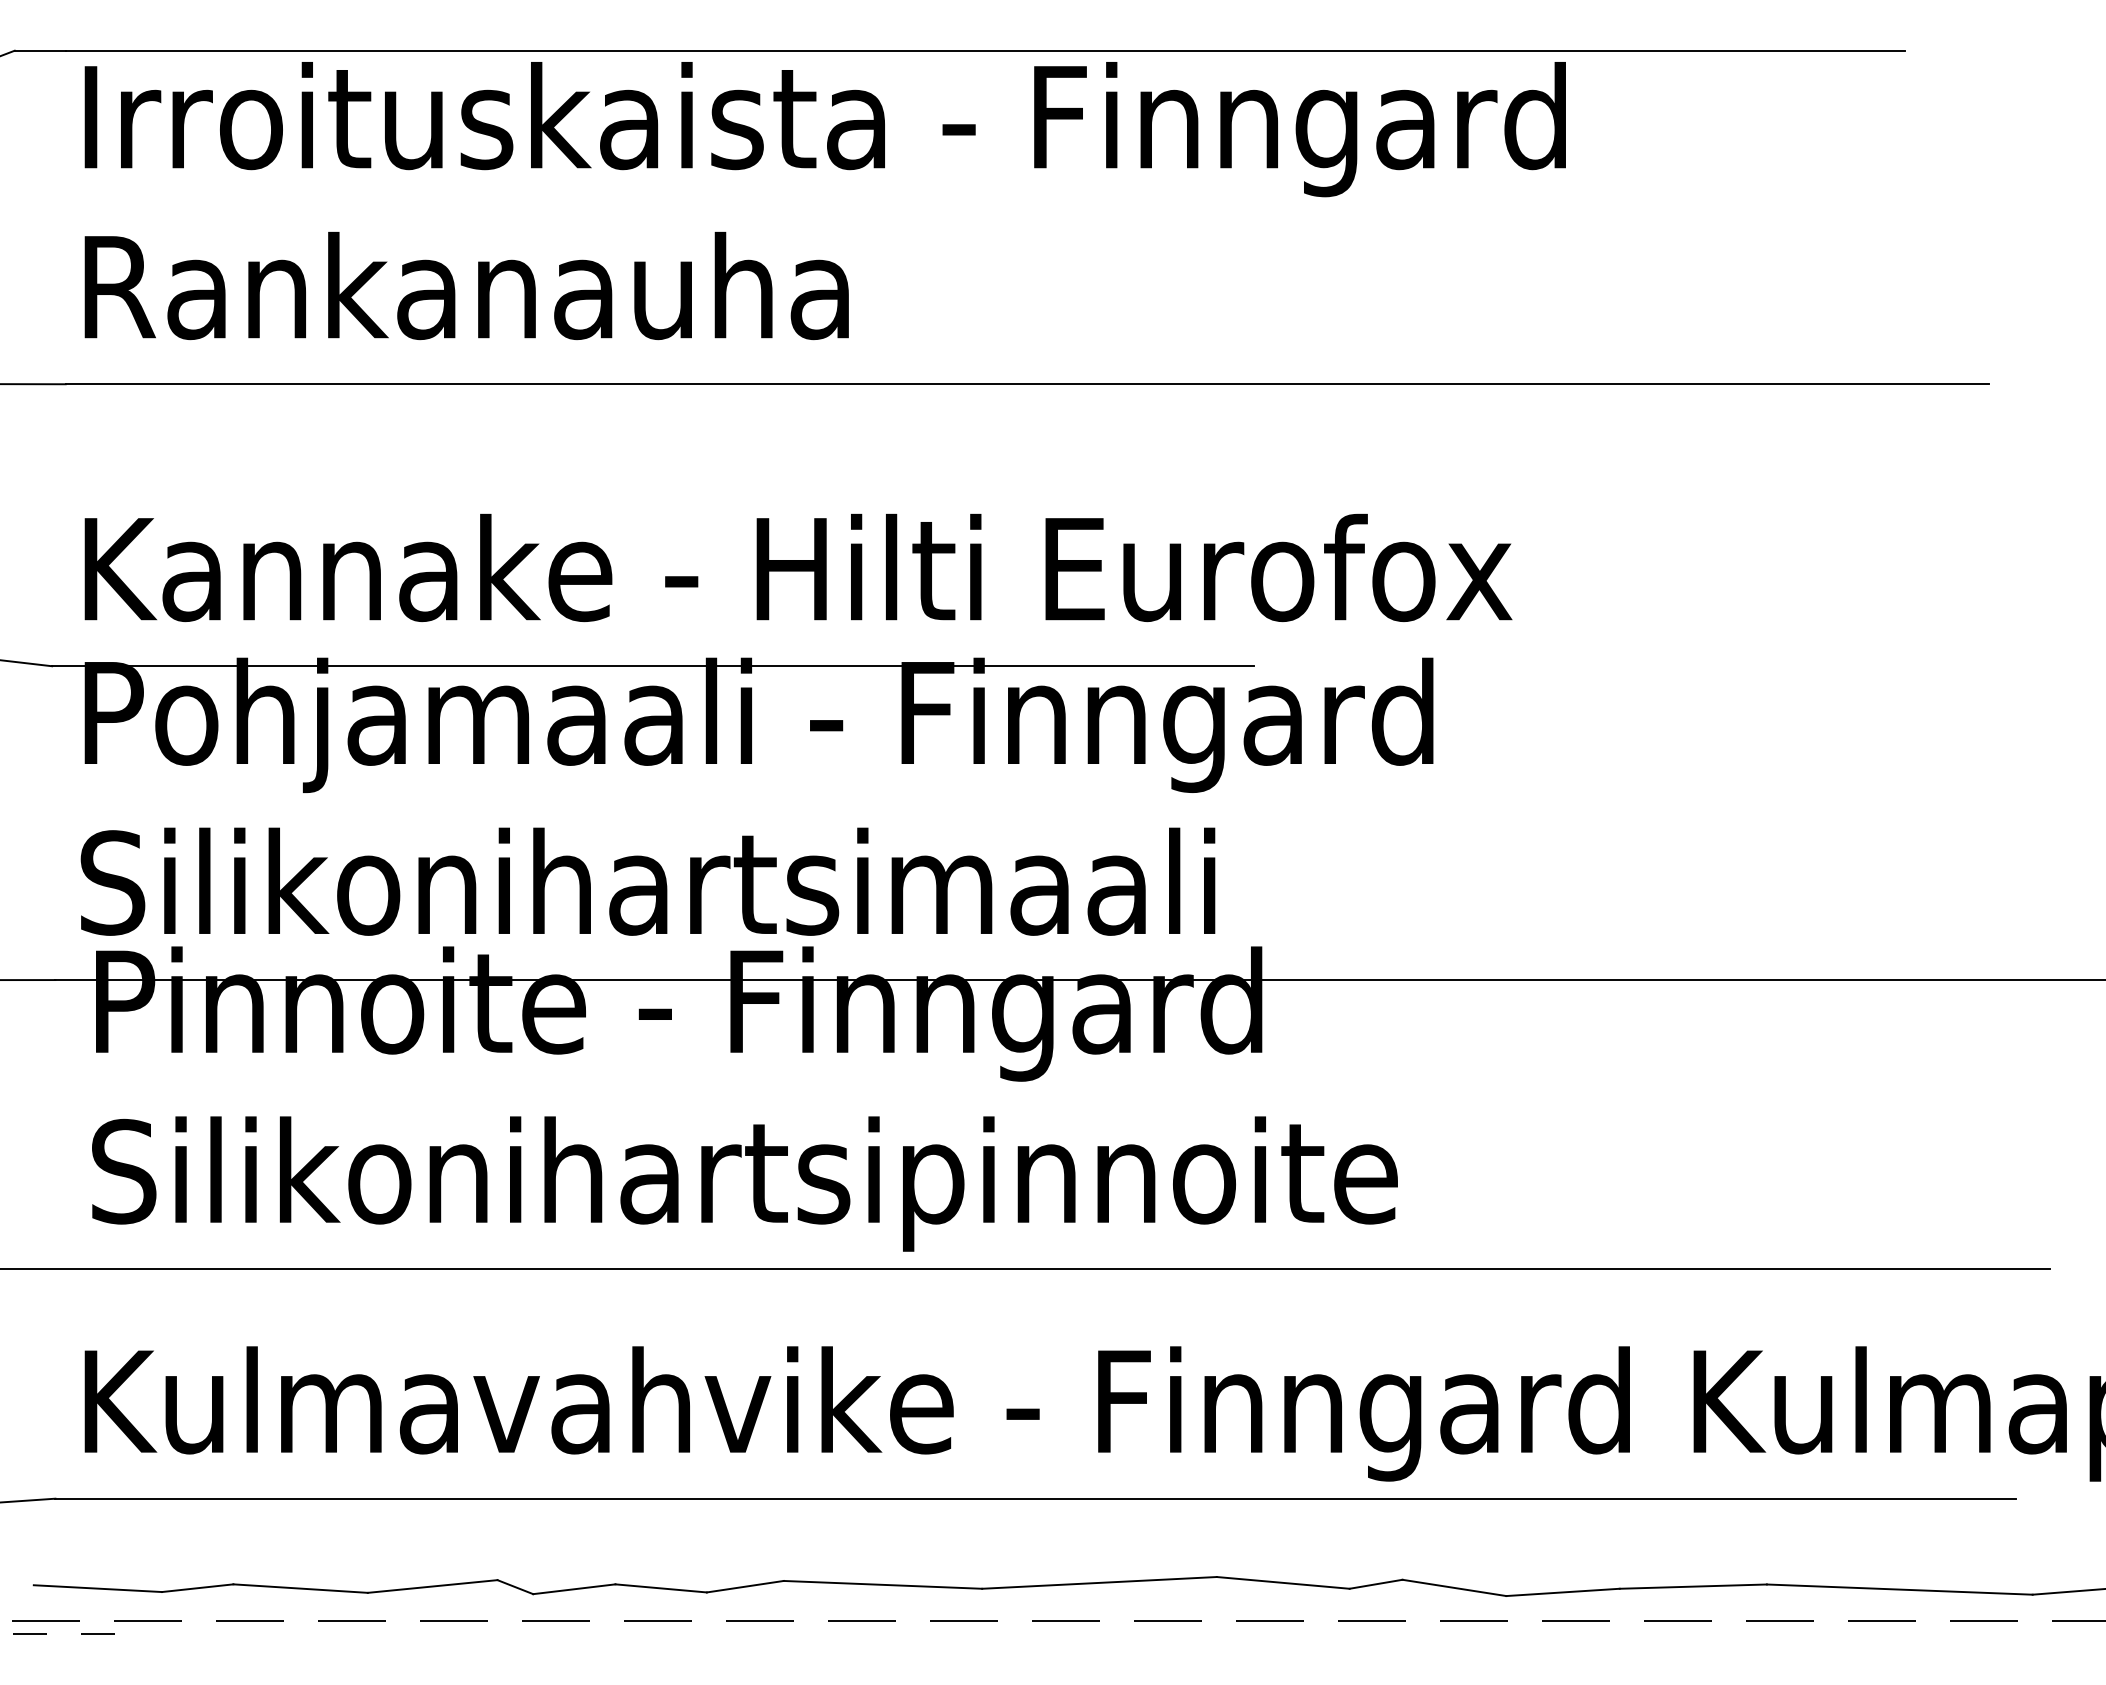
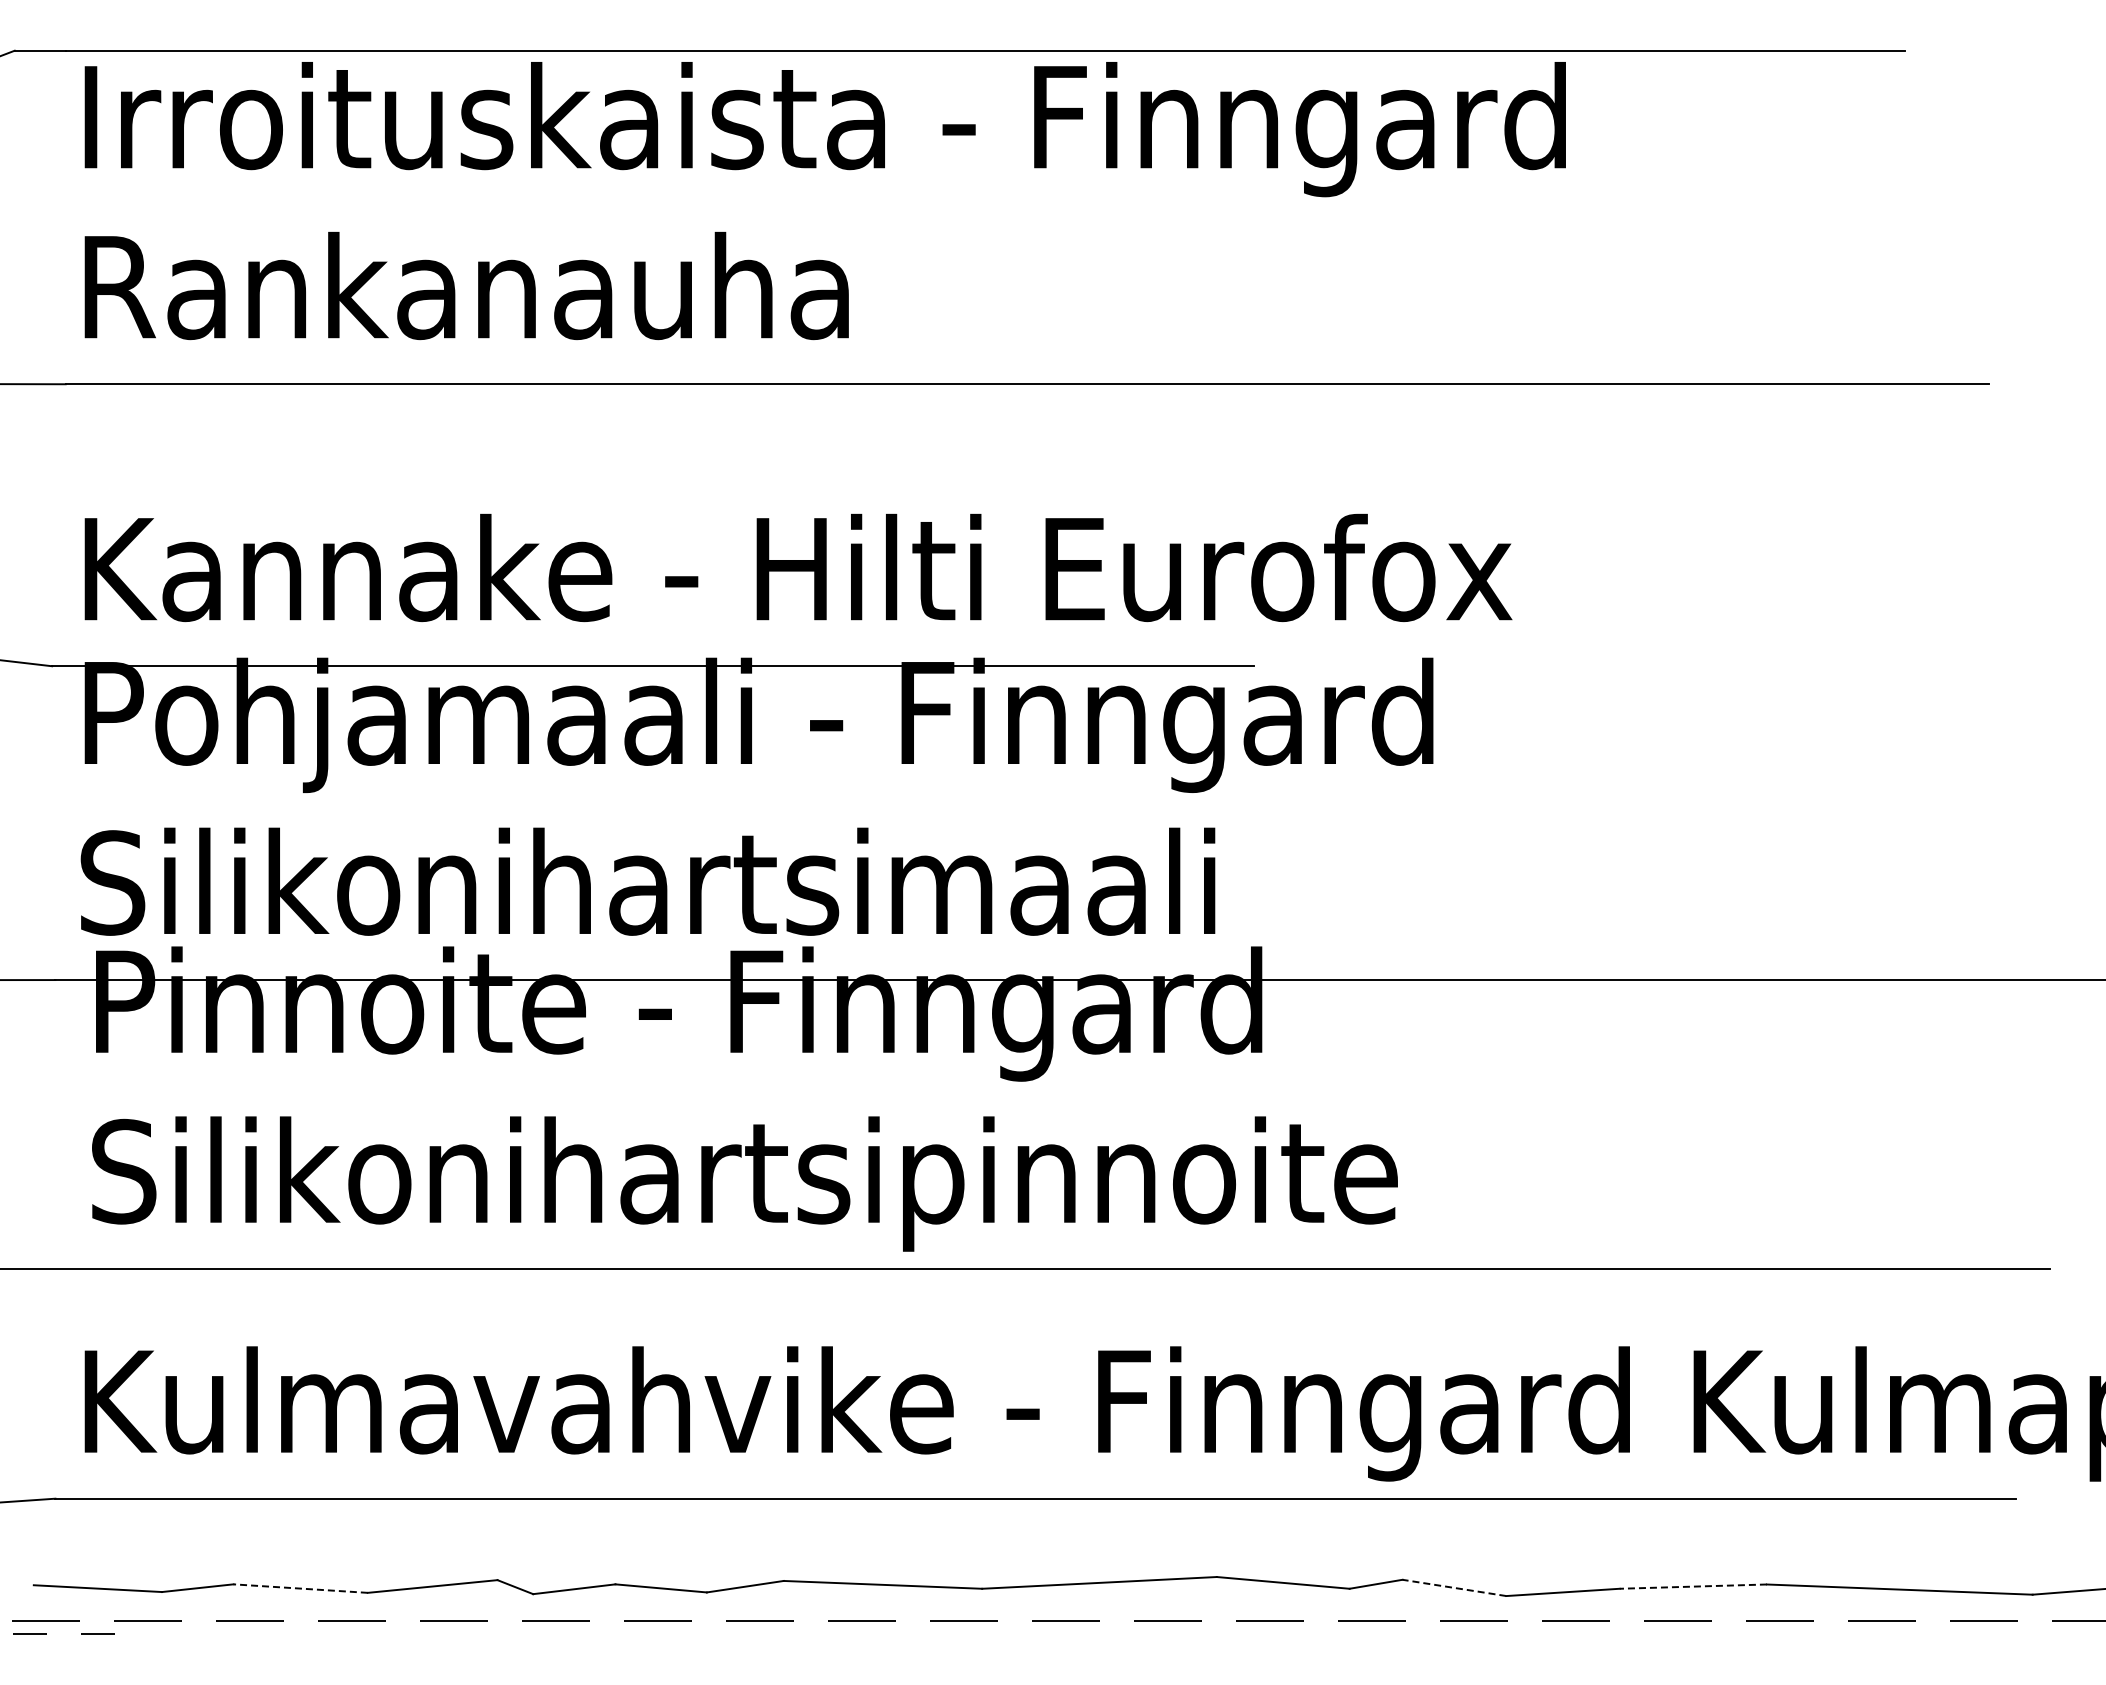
line at (1693, 1586): solid -> dashed
line at (1454, 1587): solid -> dashed
line at (300, 1588): solid -> dashed
